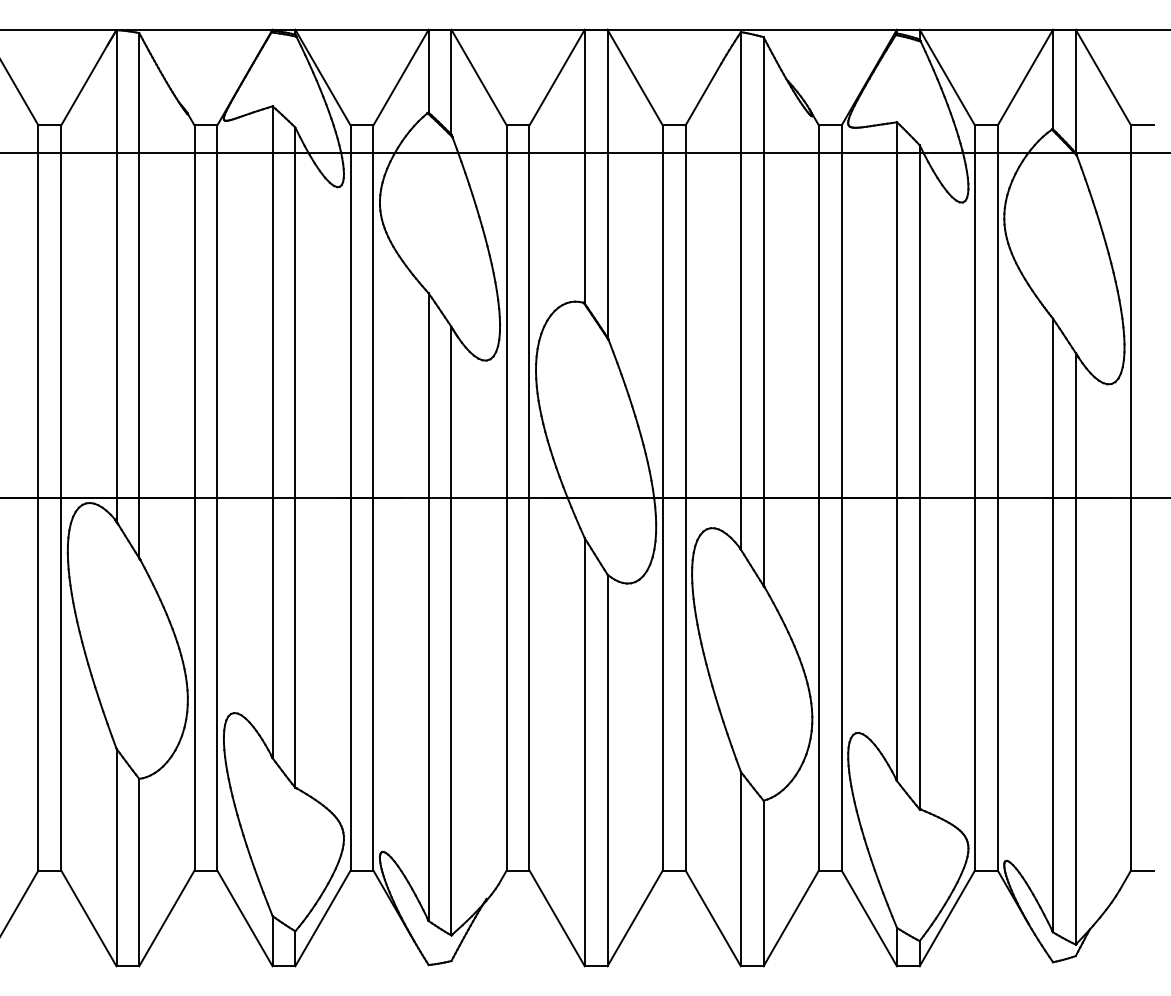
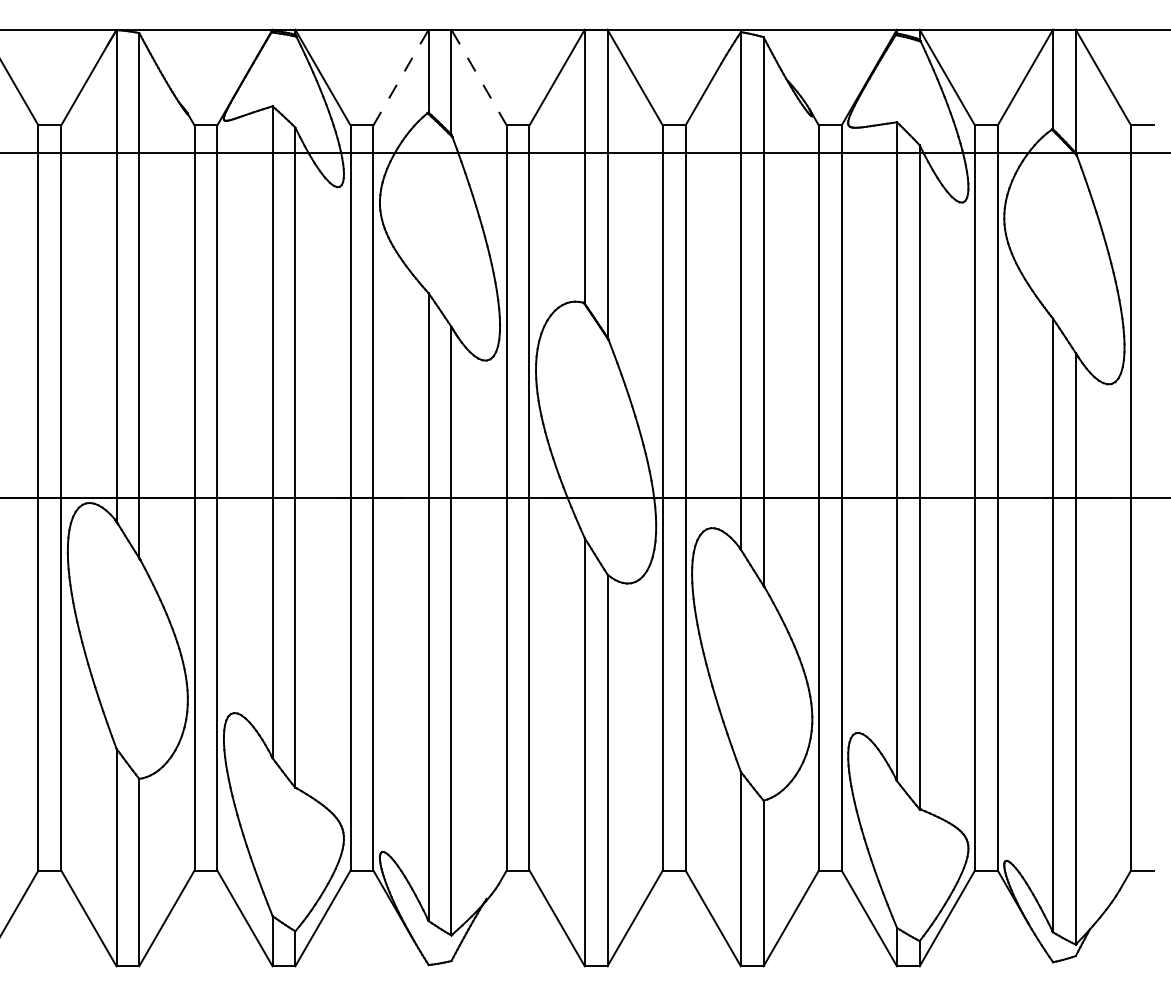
line at (401, 77): solid -> dashed
line at (478, 77): solid -> dashed
